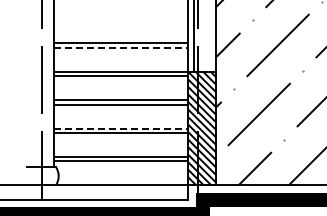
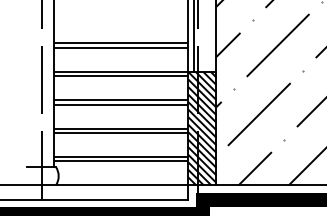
line at (121, 47): dashed -> solid
line at (121, 128): dashed -> solid
